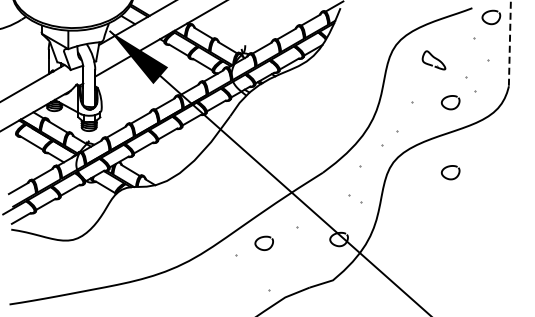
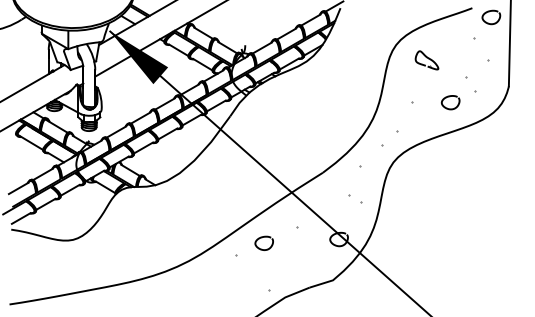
line at (509, 43): dashed -> solid
part at (433, 60) position: (433, 60) -> (426, 60)
curve at (449, 167): present -> none
